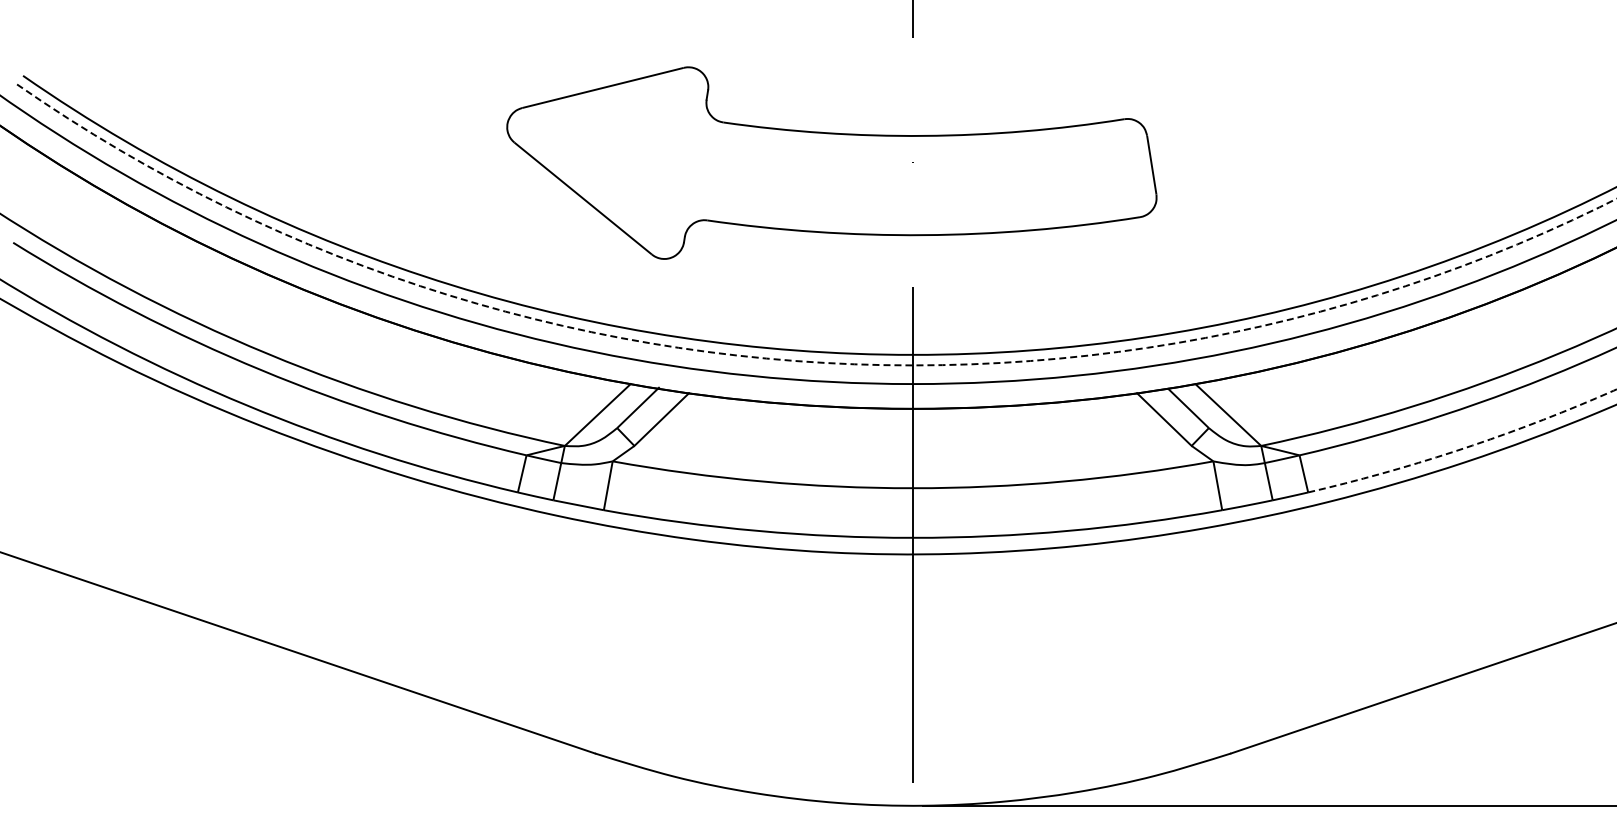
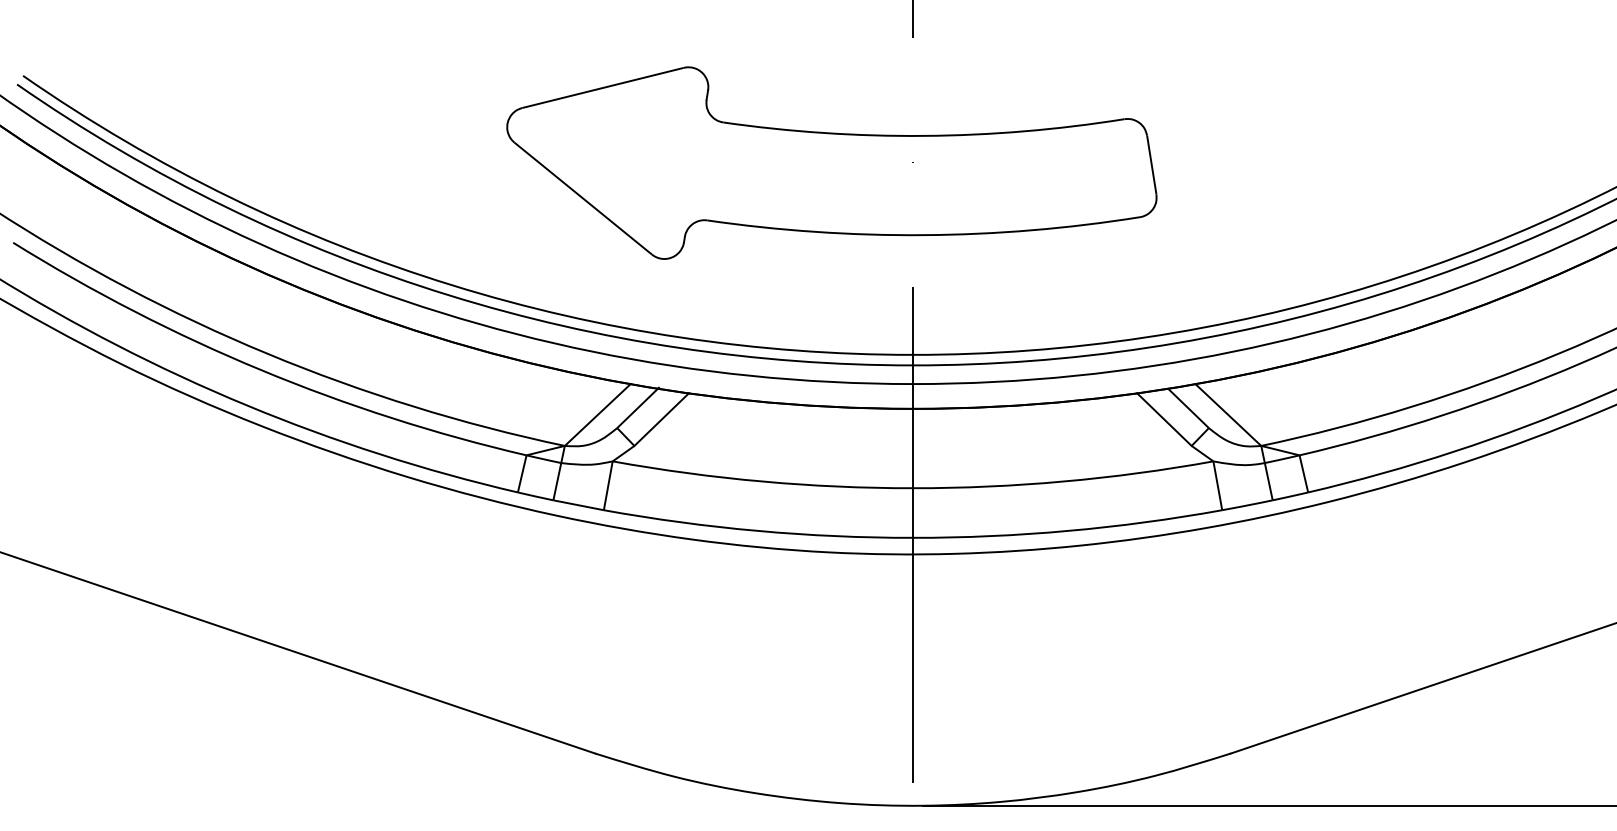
arc at (801, 361): dashed -> solid
arc at (1464, 448): dashed -> solid
